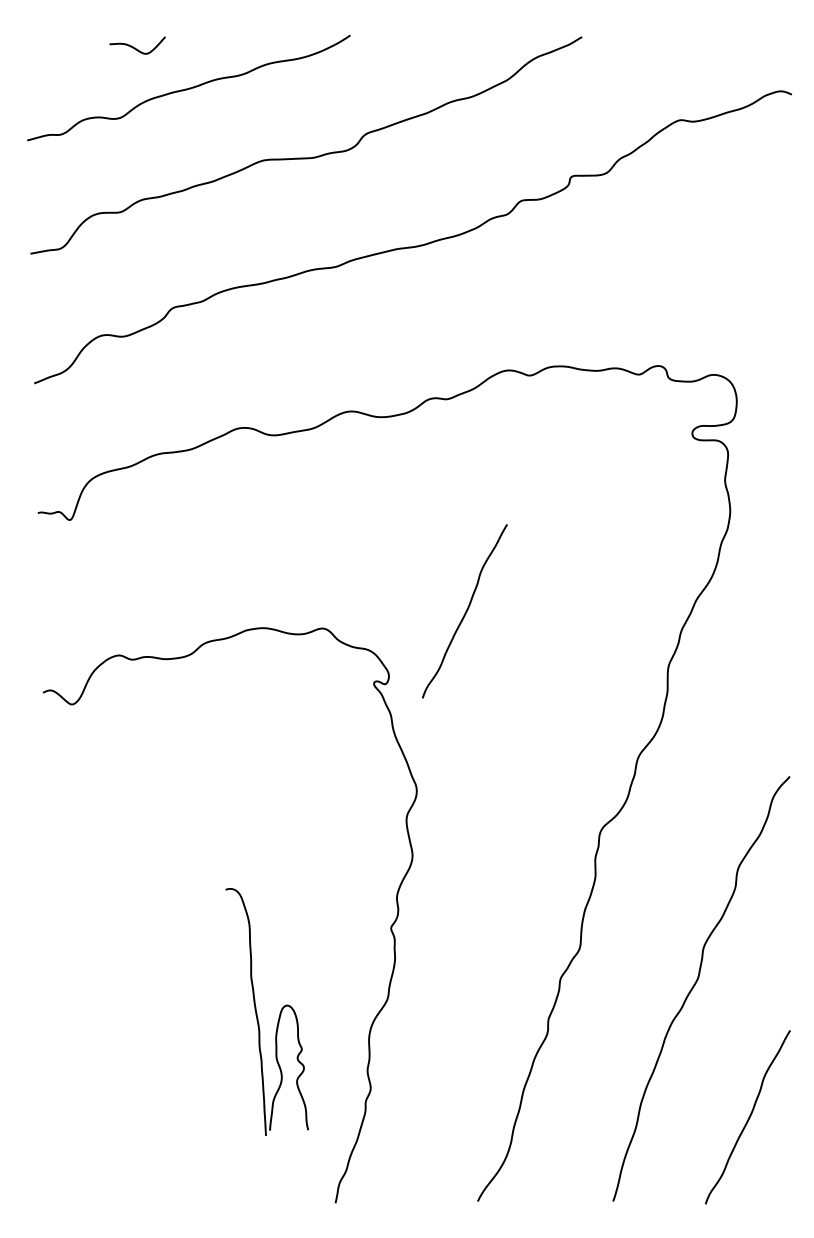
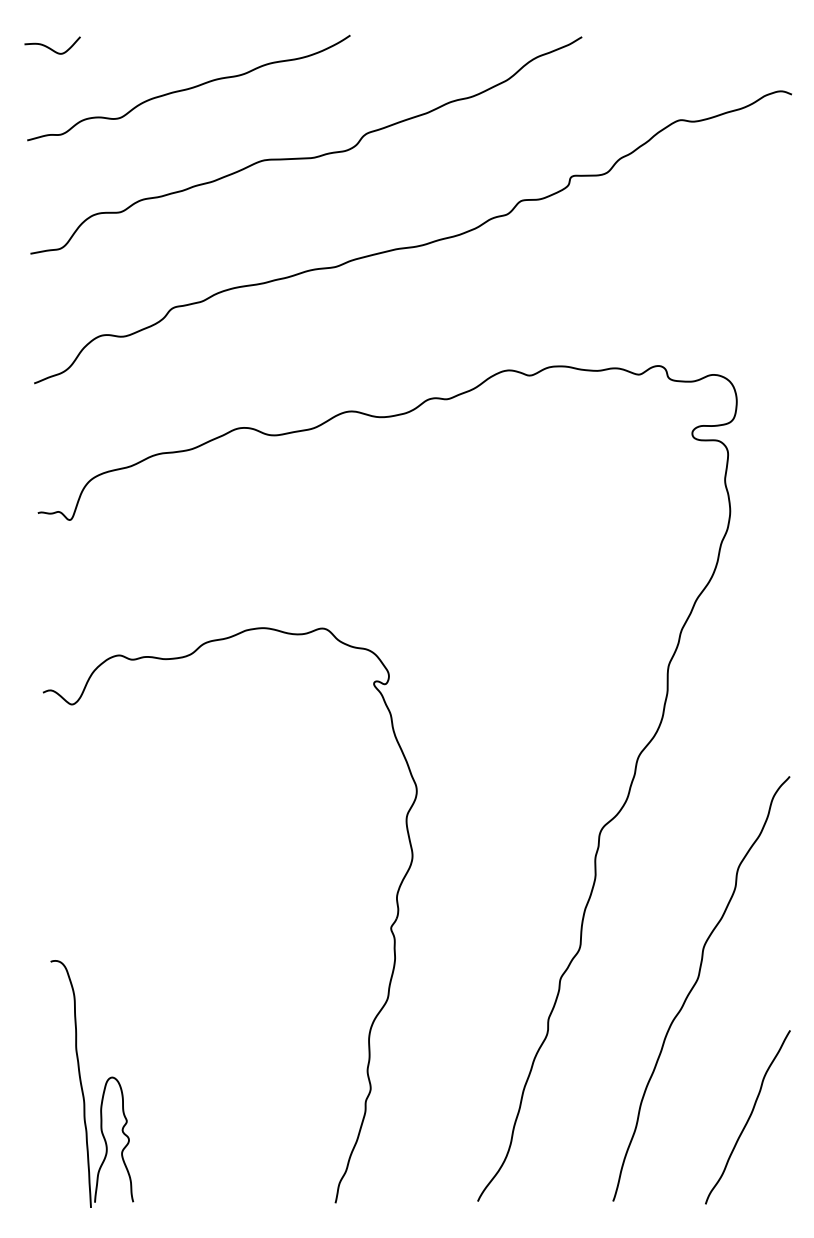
curve at (135, 47) position: (135, 47) -> (50, 47)
curve at (465, 611): present -> none
part at (257, 1012) position: (257, 1012) -> (82, 1084)
